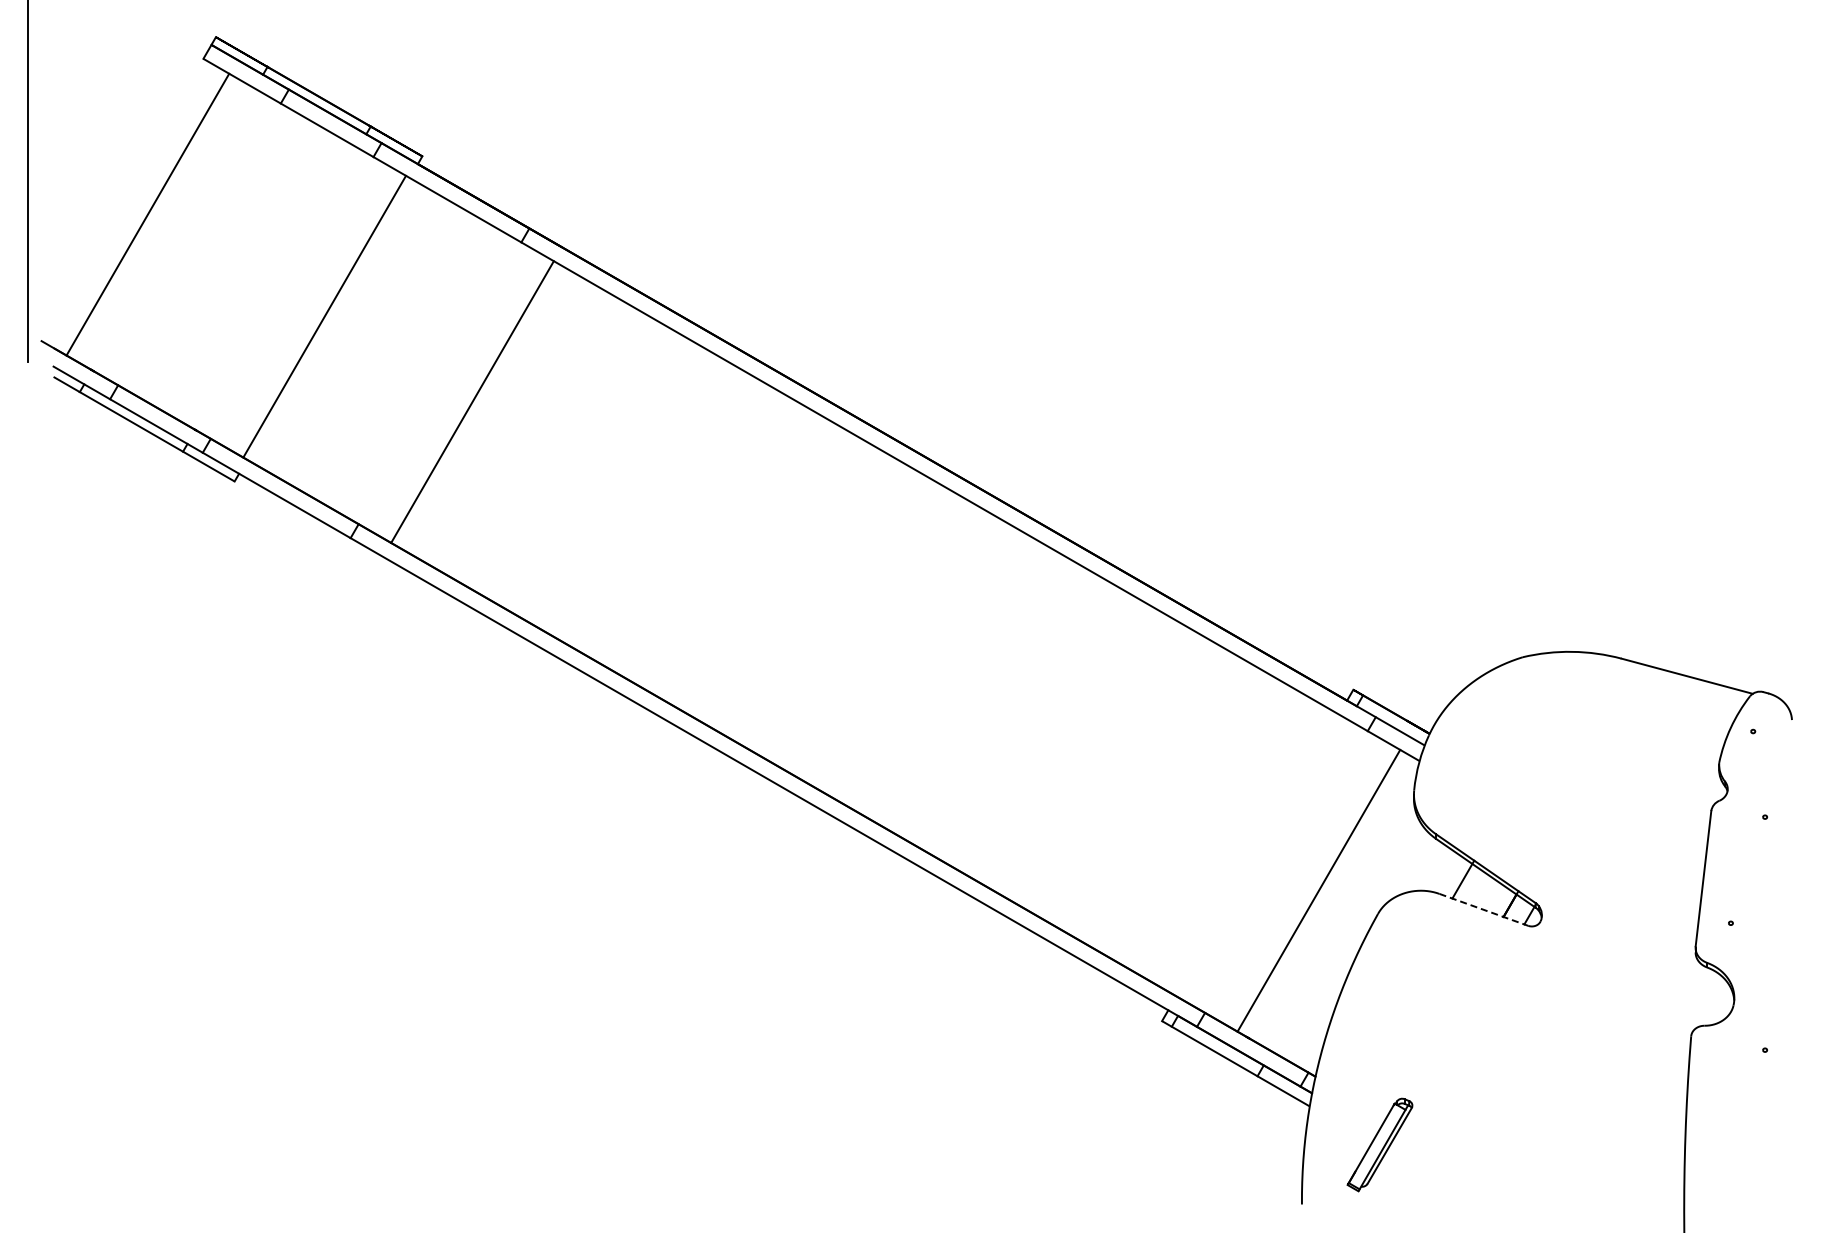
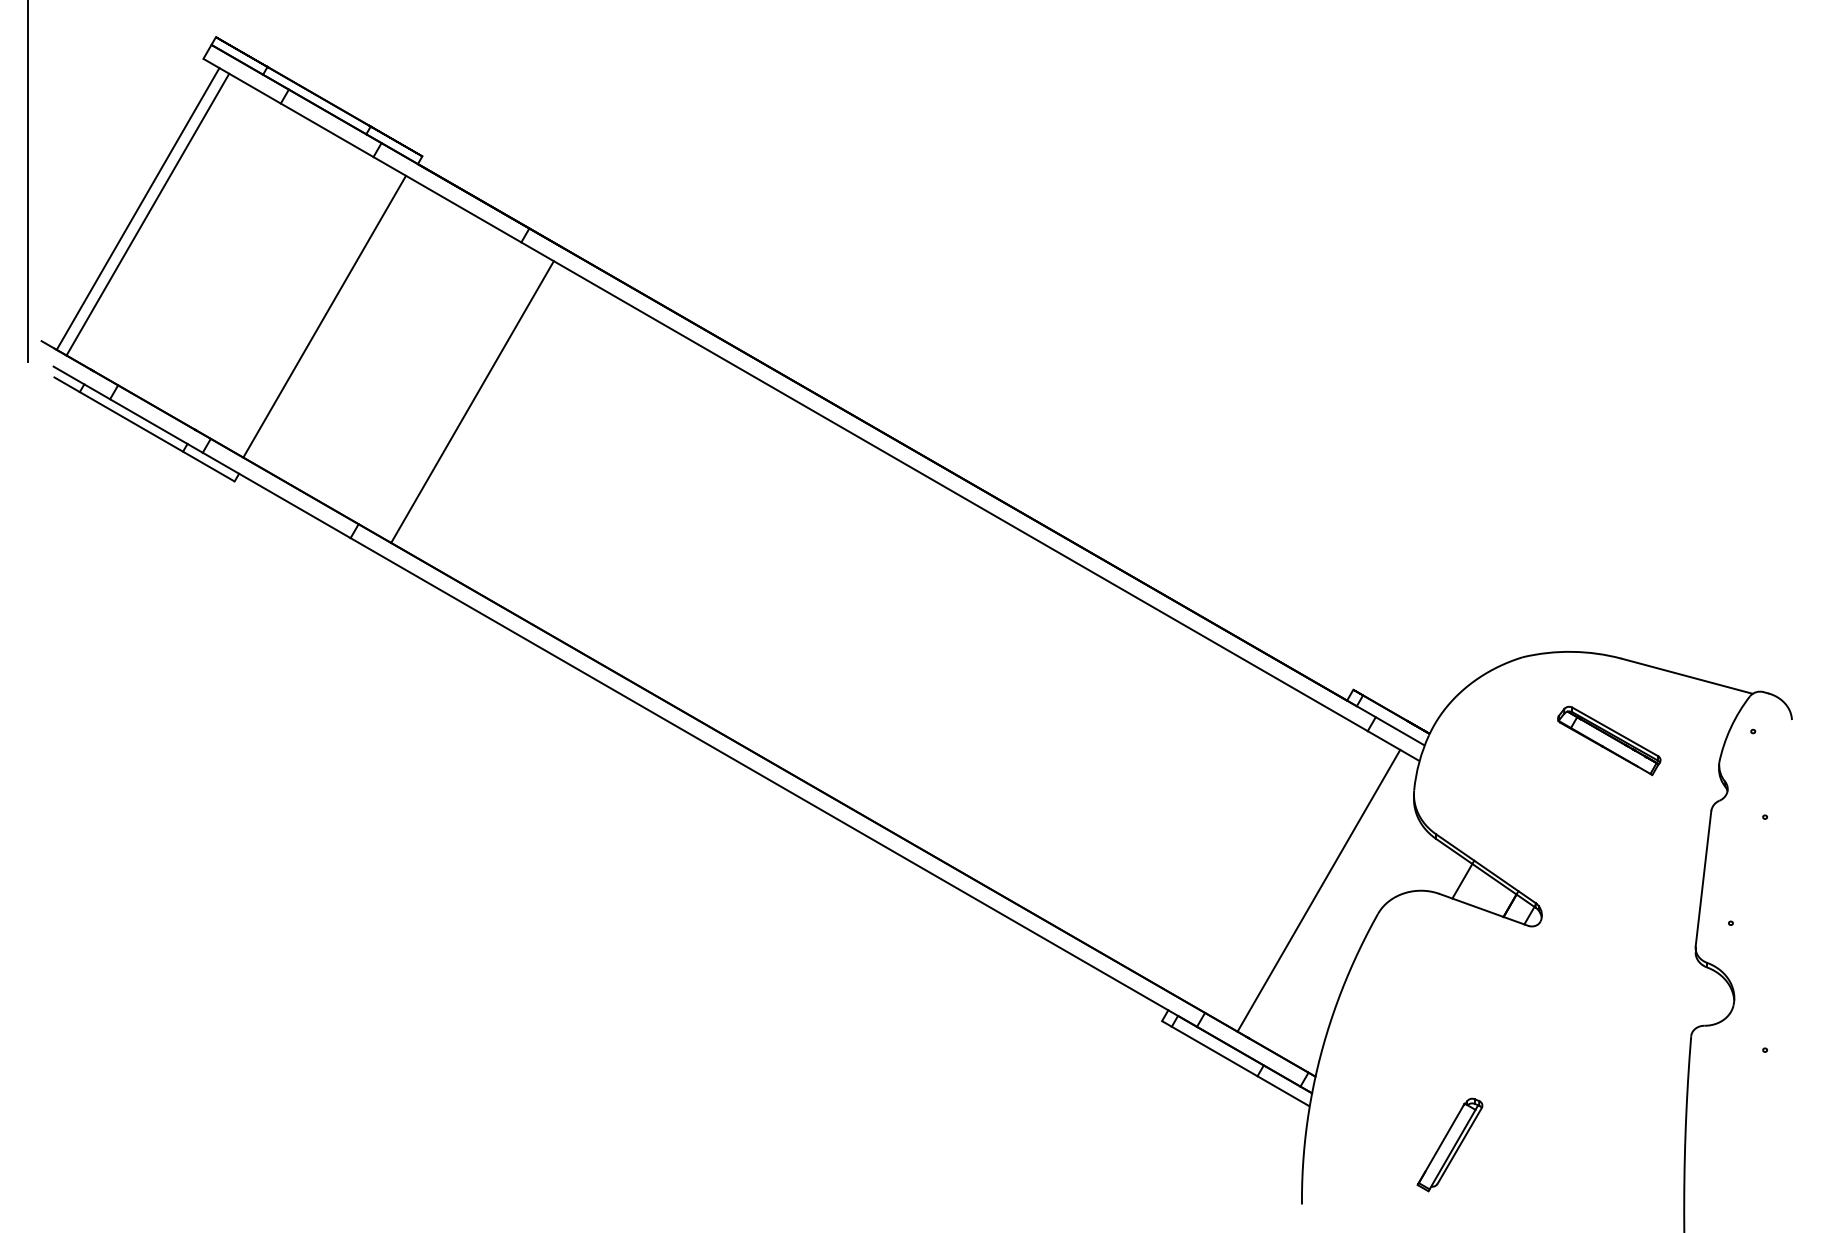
line at (137, 208): none -> present
part at (1609, 740): none -> present
line at (1484, 910): dashed -> solid
part at (1379, 1144) position: (1379, 1144) -> (1449, 1144)
